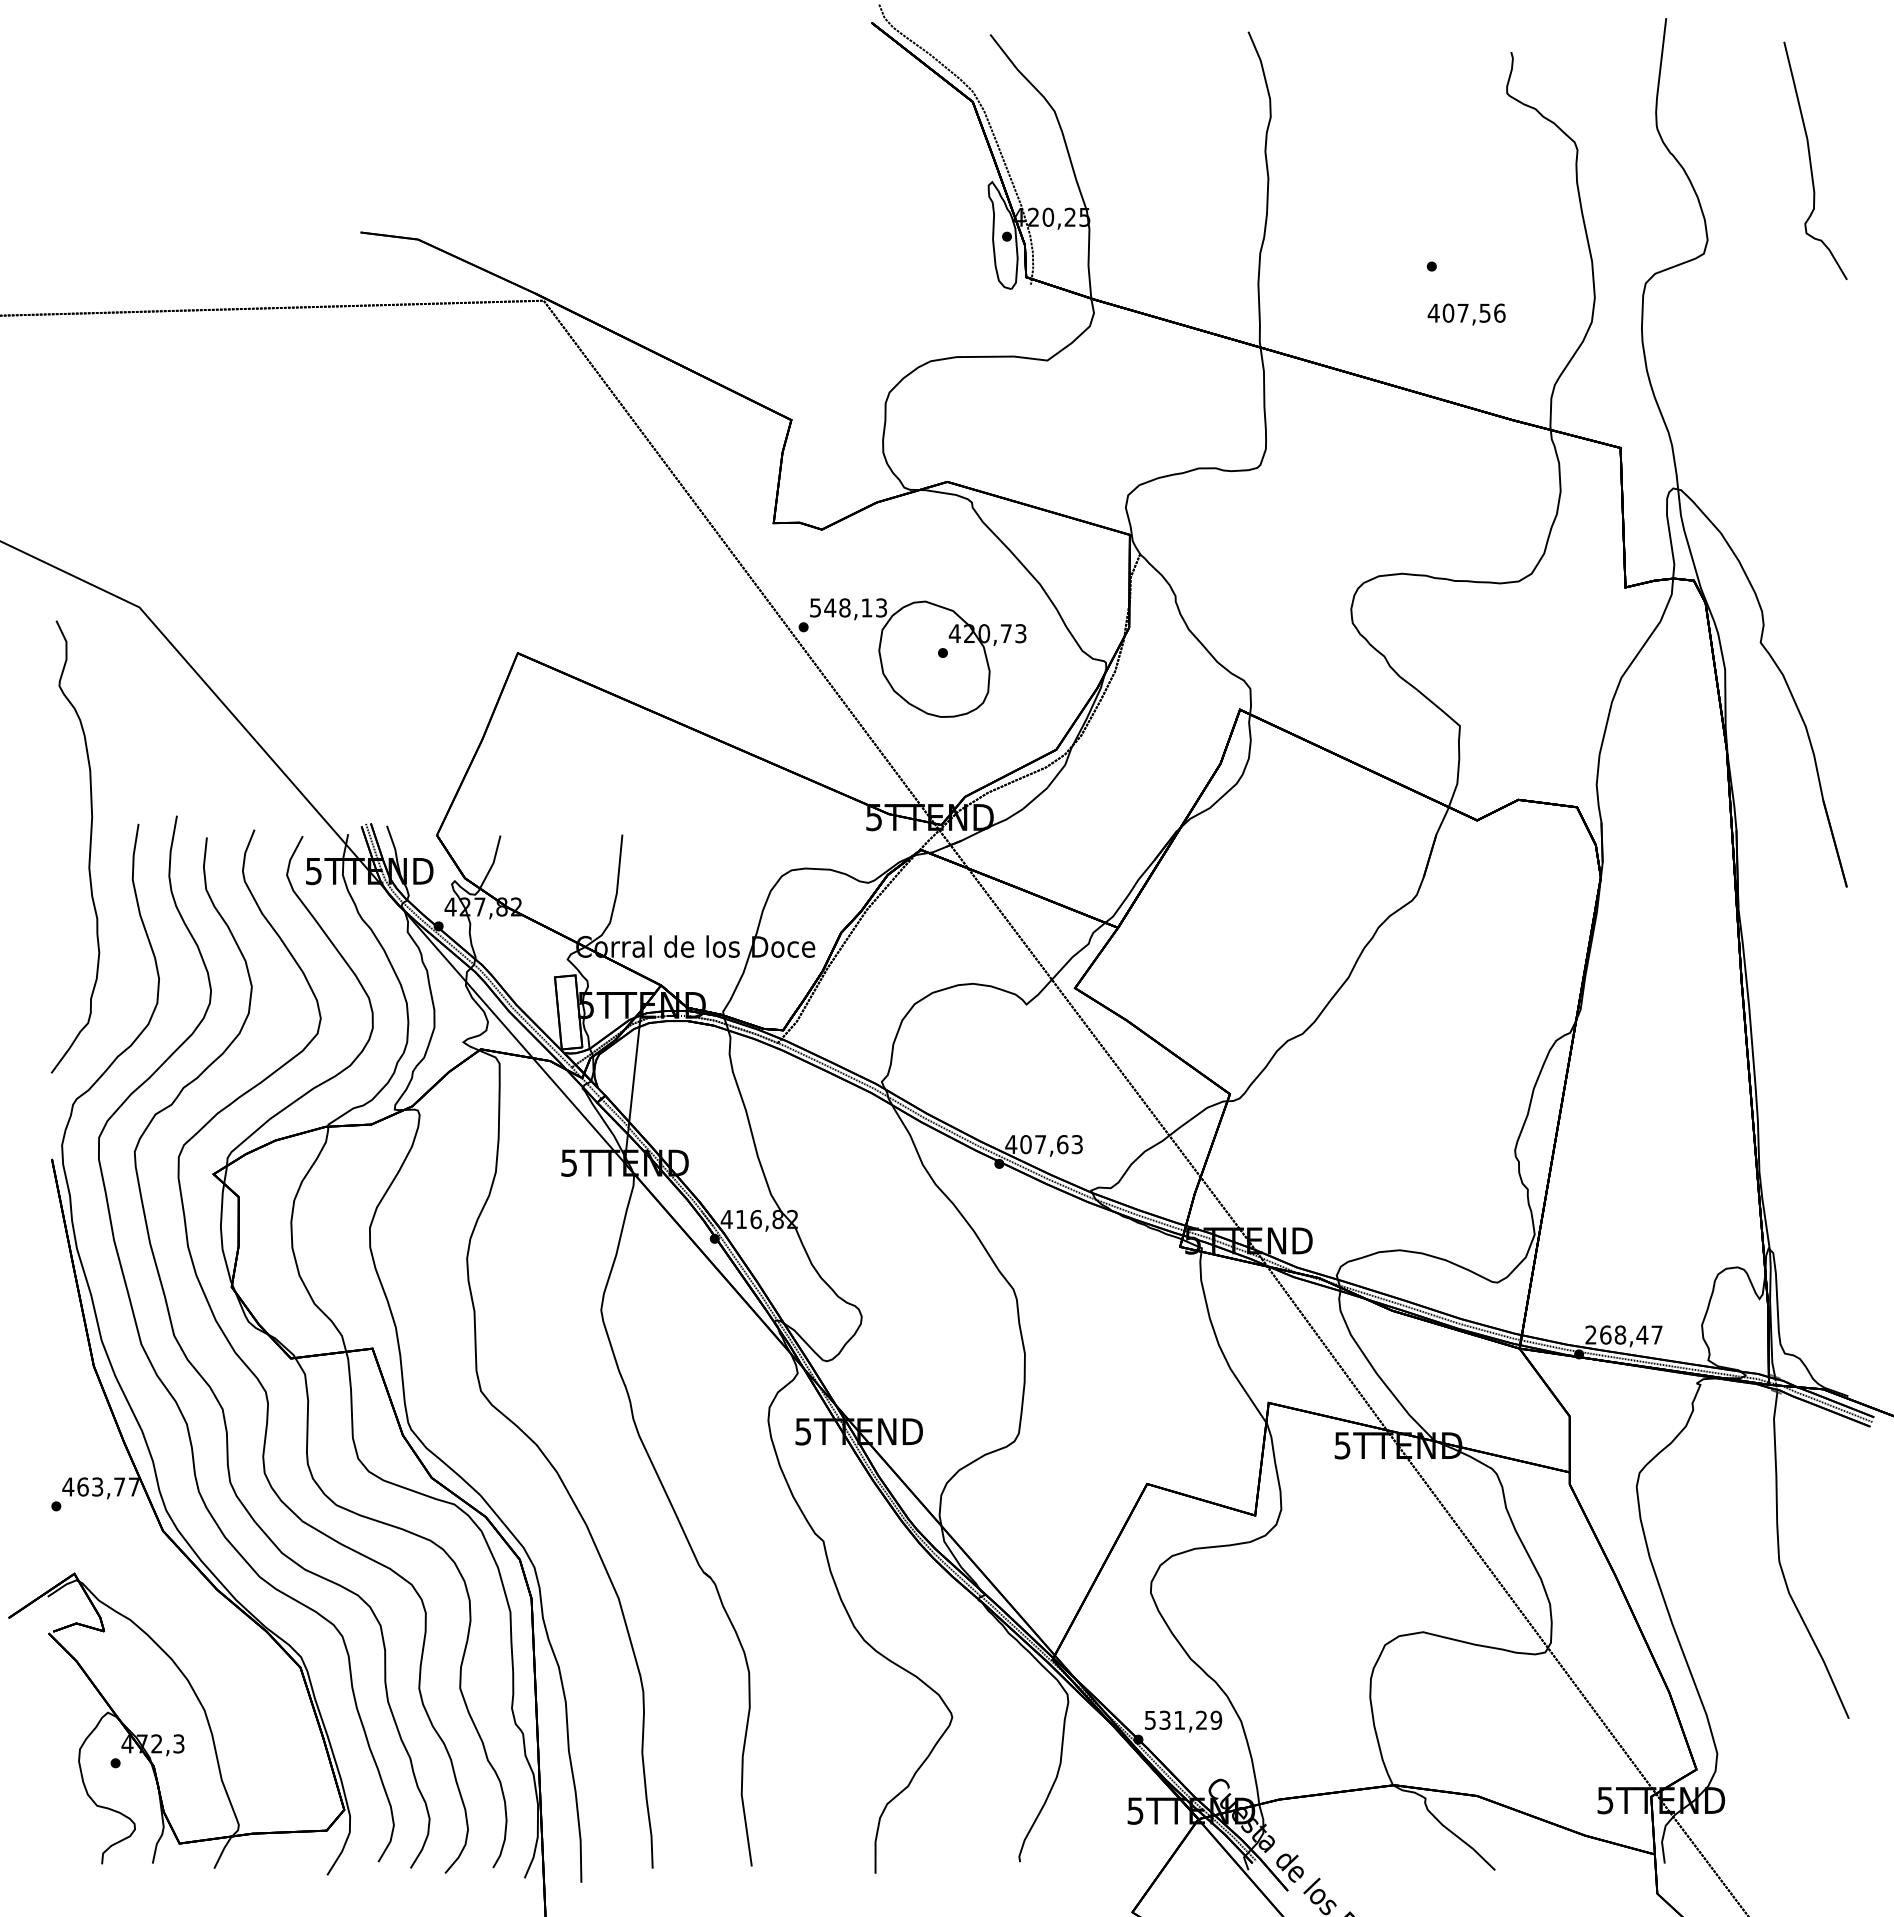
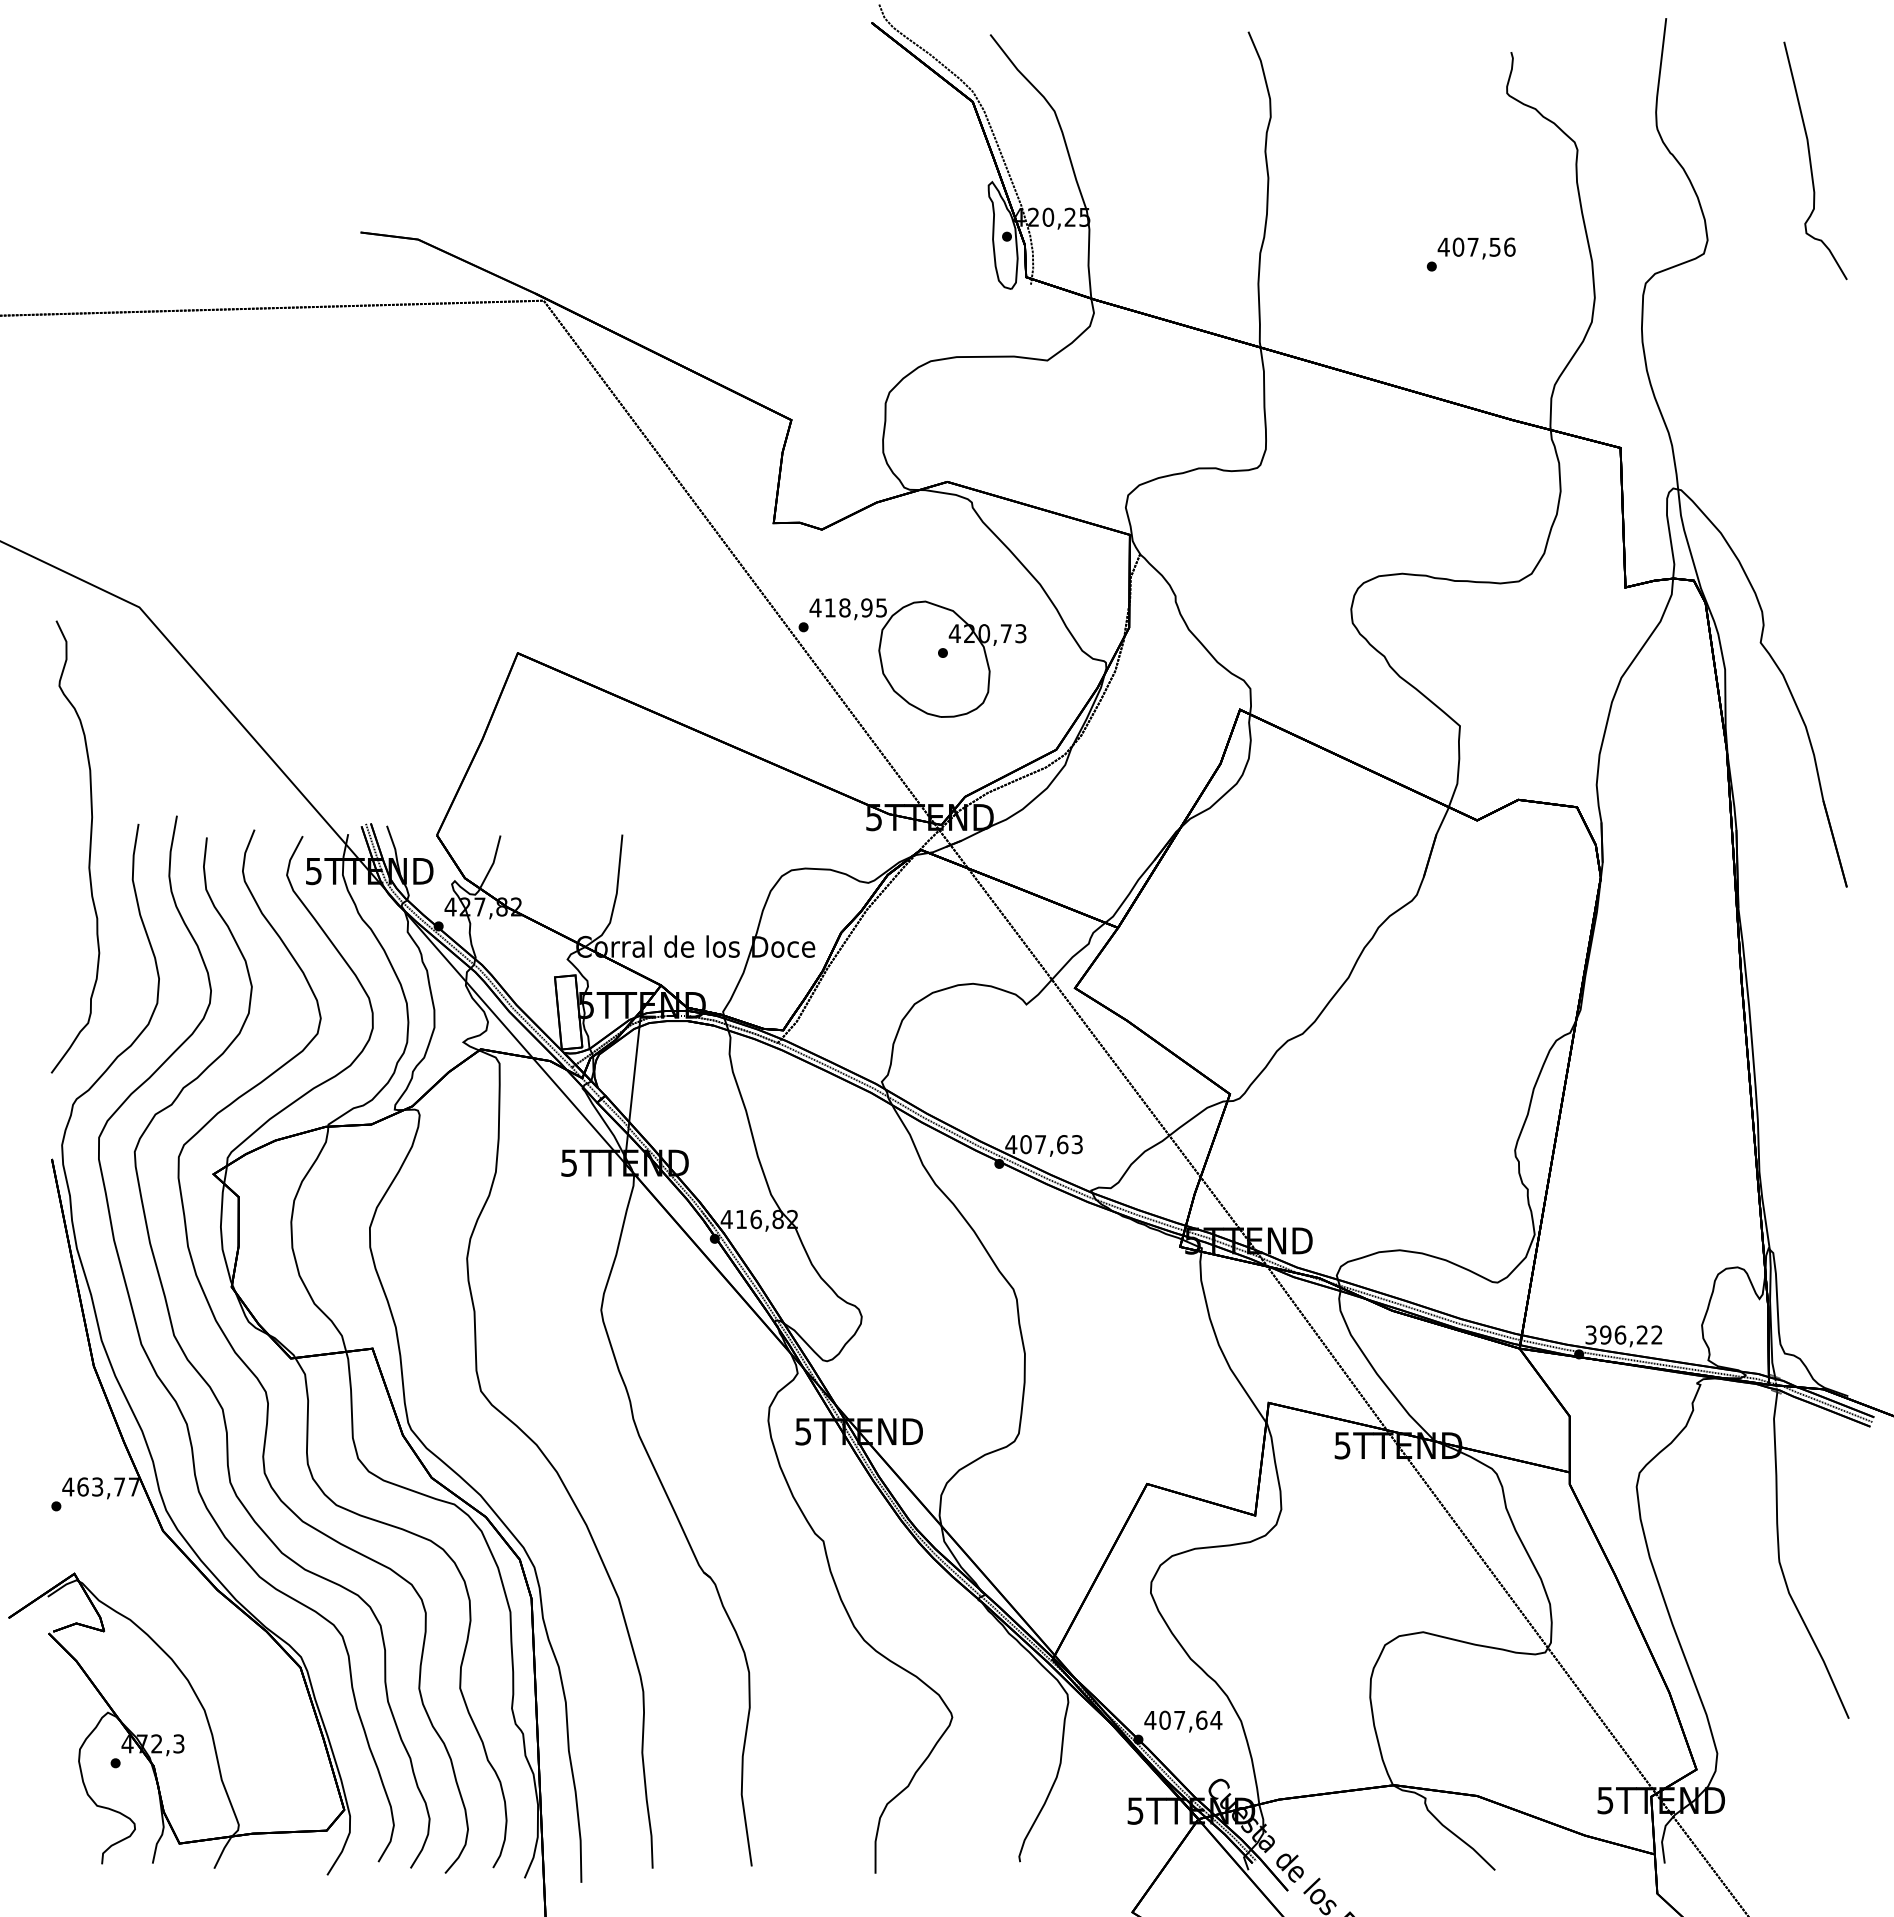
text at (1466, 314) position: (1466, 314) -> (1476, 248)
text at (848, 607): 548,13 -> 418,95
text at (1623, 1334): 268,47 -> 396,22
text at (1183, 1719): 531,29 -> 407,64
